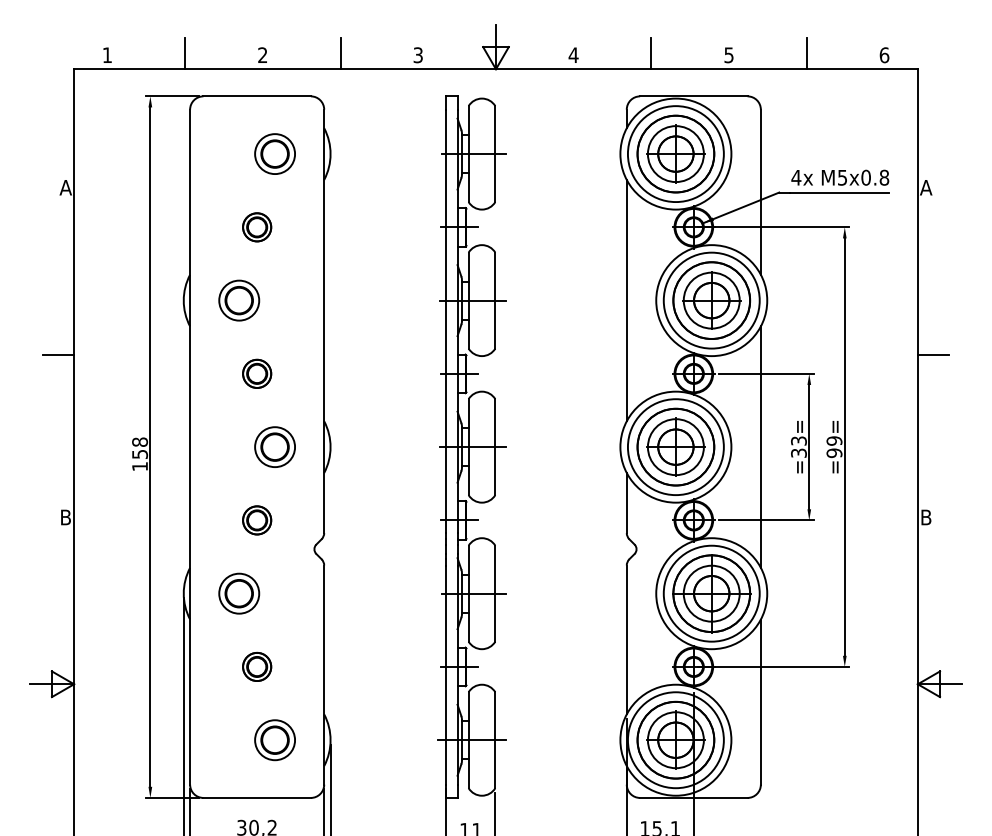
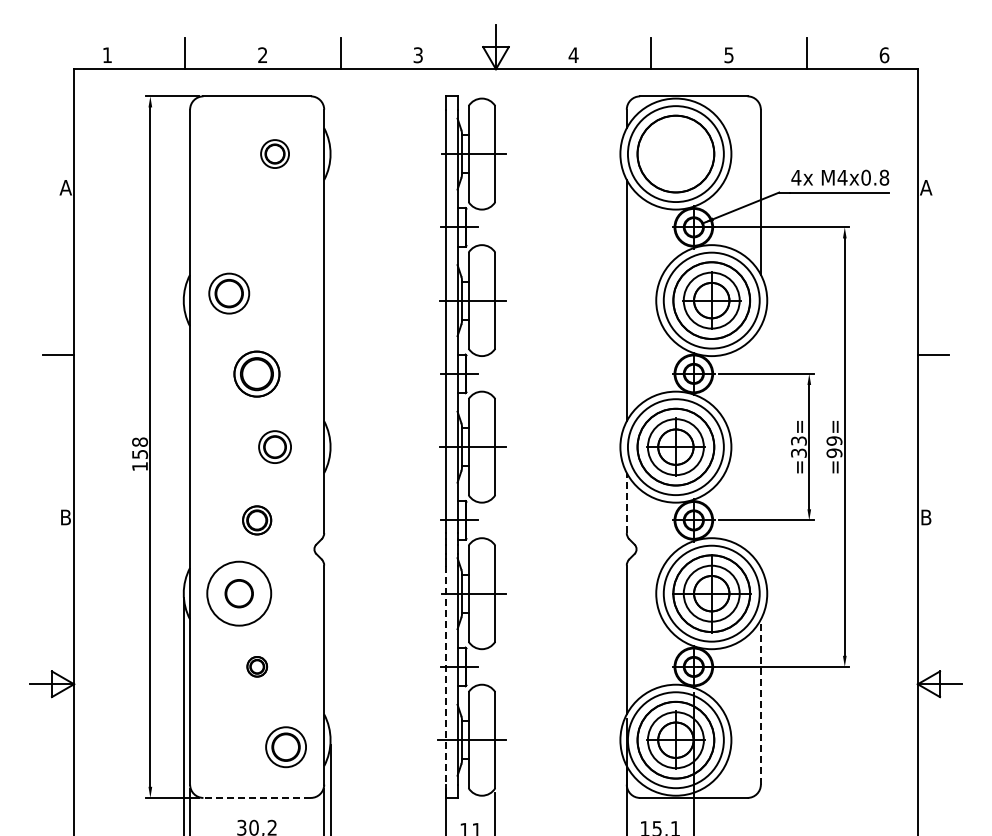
part at (274, 153) size: 42x42 px -> 30x30 px
part at (675, 153): present -> none
text at (842, 177): M5x0.8 -> M4x0.8
part at (257, 227): present -> none
part at (239, 300) position: (239, 300) -> (229, 293)
part at (257, 373) size: 31x31 px -> 48x48 px
part at (274, 446) size: 42x42 px -> 34x34 px
line at (760, 446): present -> none
line at (626, 502): solid -> dashed
circle at (239, 593) diameter: 40 px -> 64 px
part at (257, 666) size: 31x31 px -> 23x22 px
line at (446, 675): solid -> dashed
line at (760, 702): solid -> dashed
part at (274, 740) position: (274, 740) -> (285, 747)
line at (257, 797): solid -> dashed
